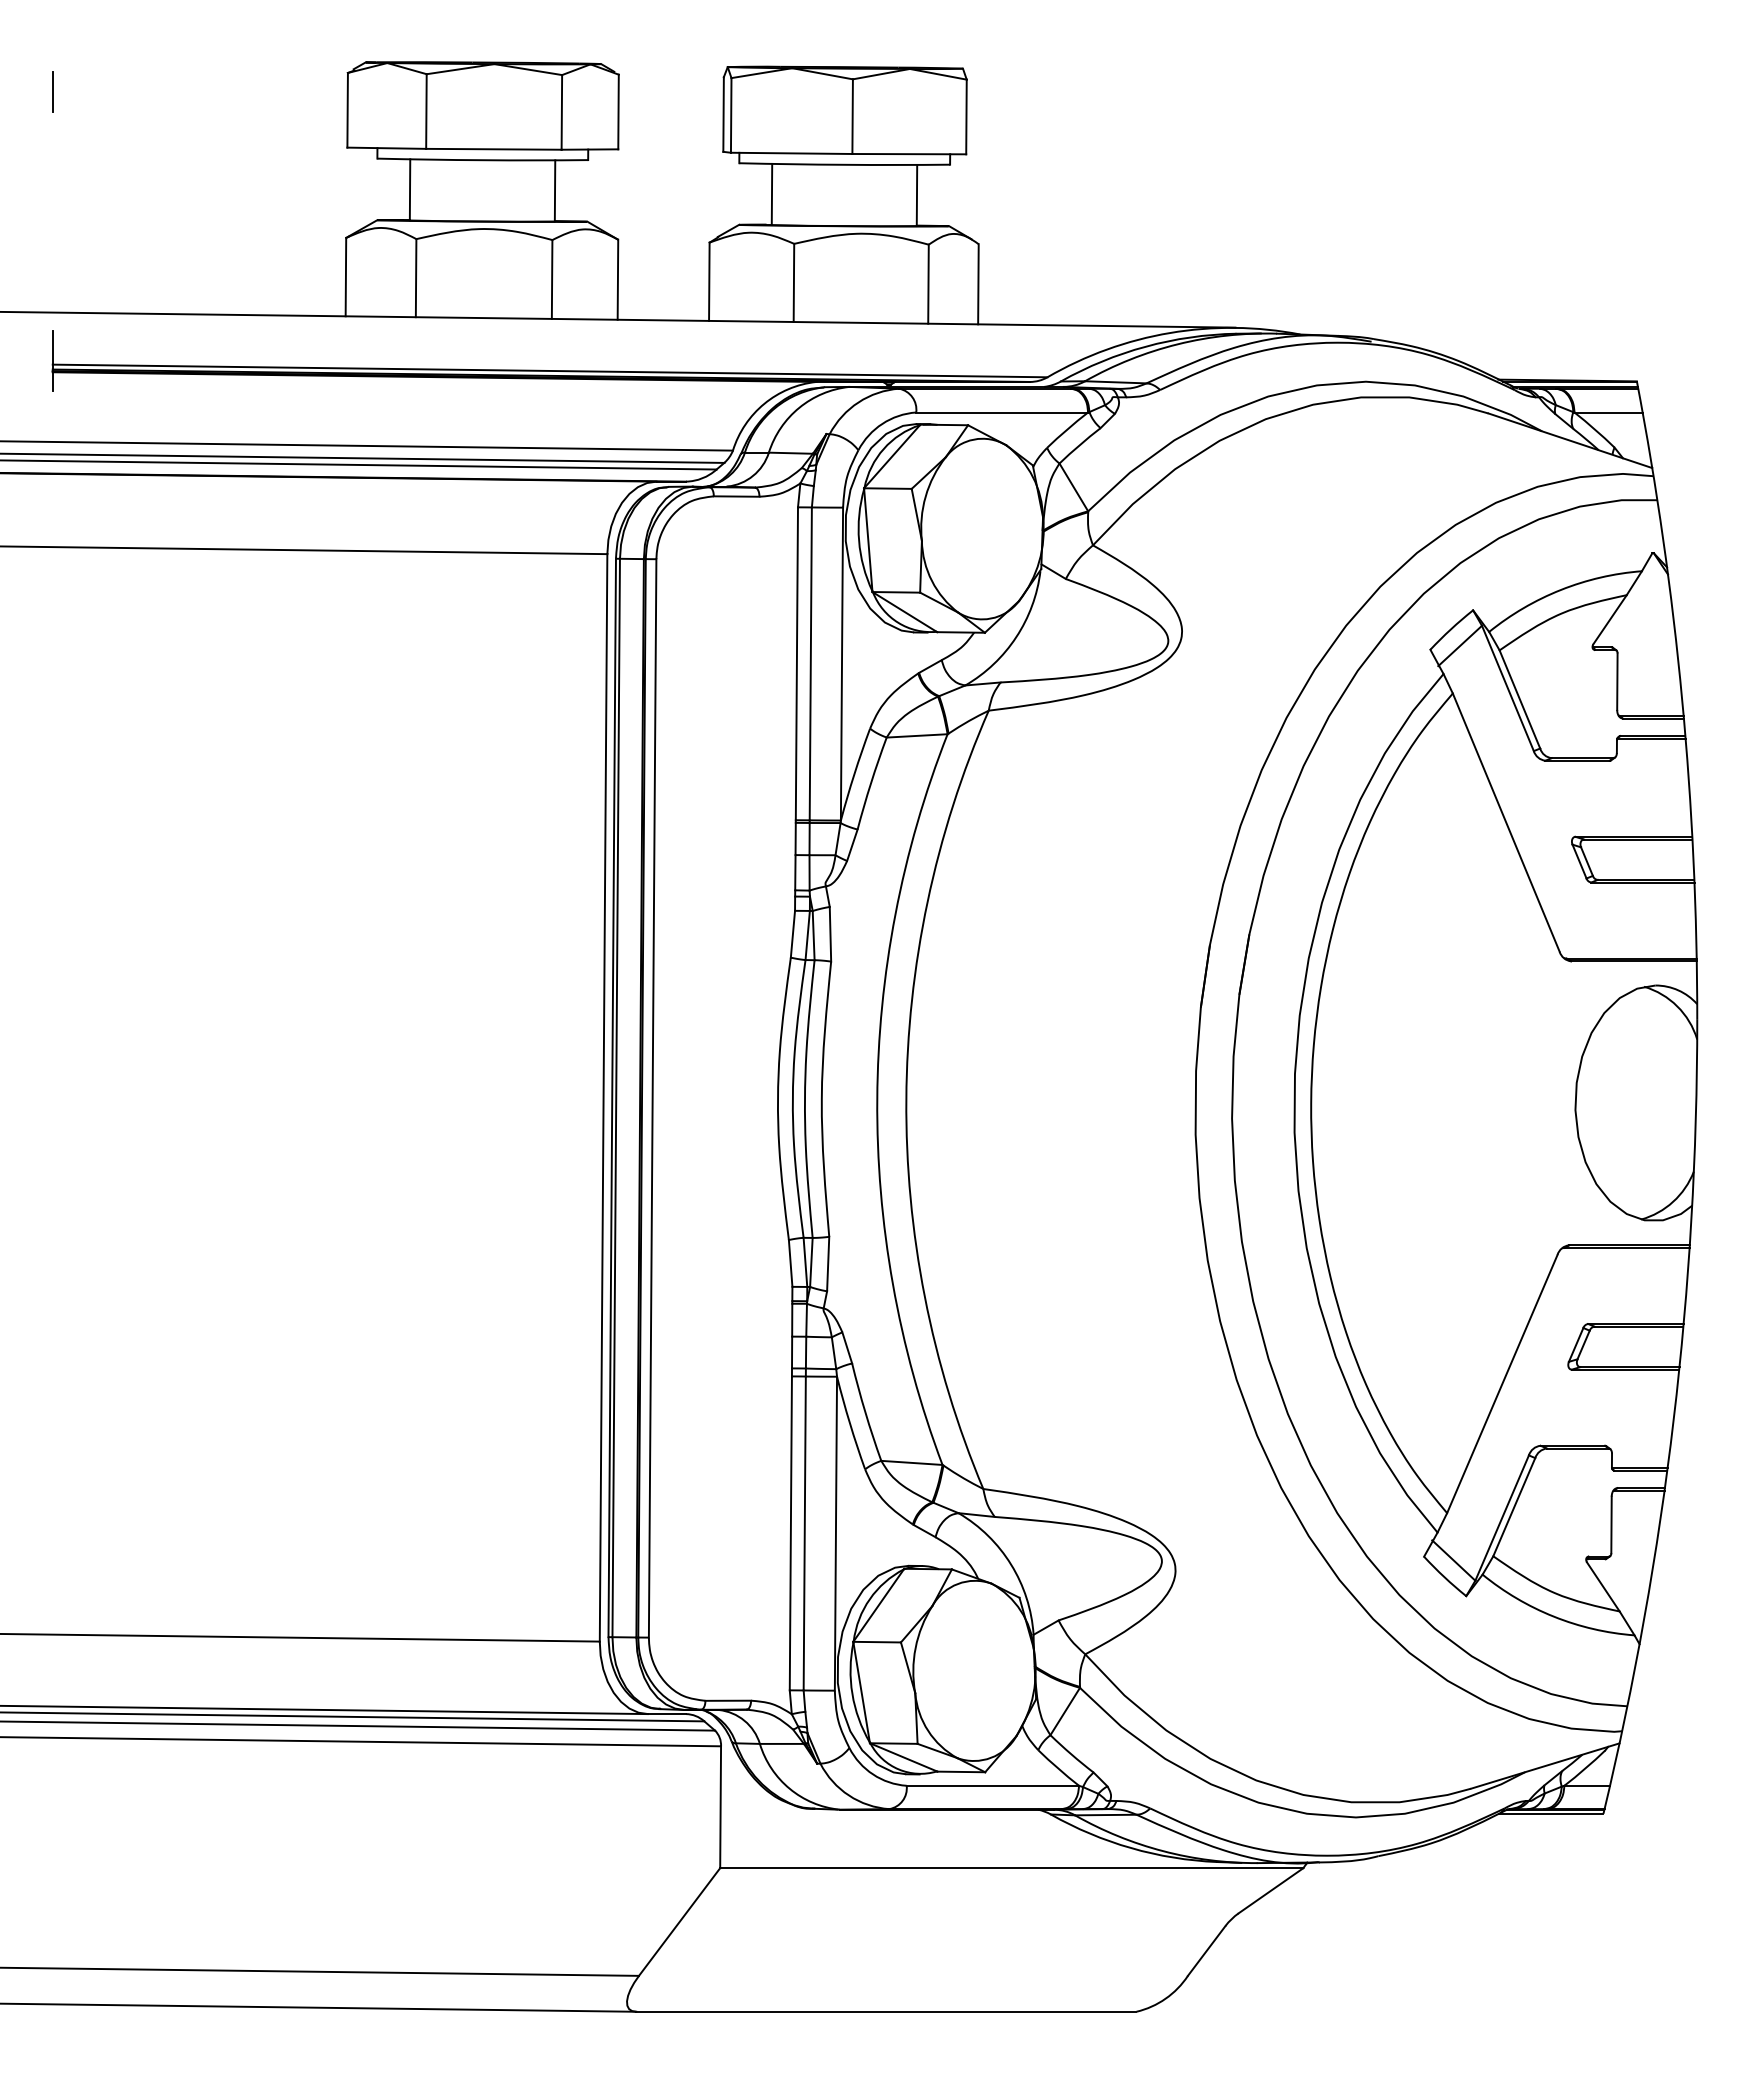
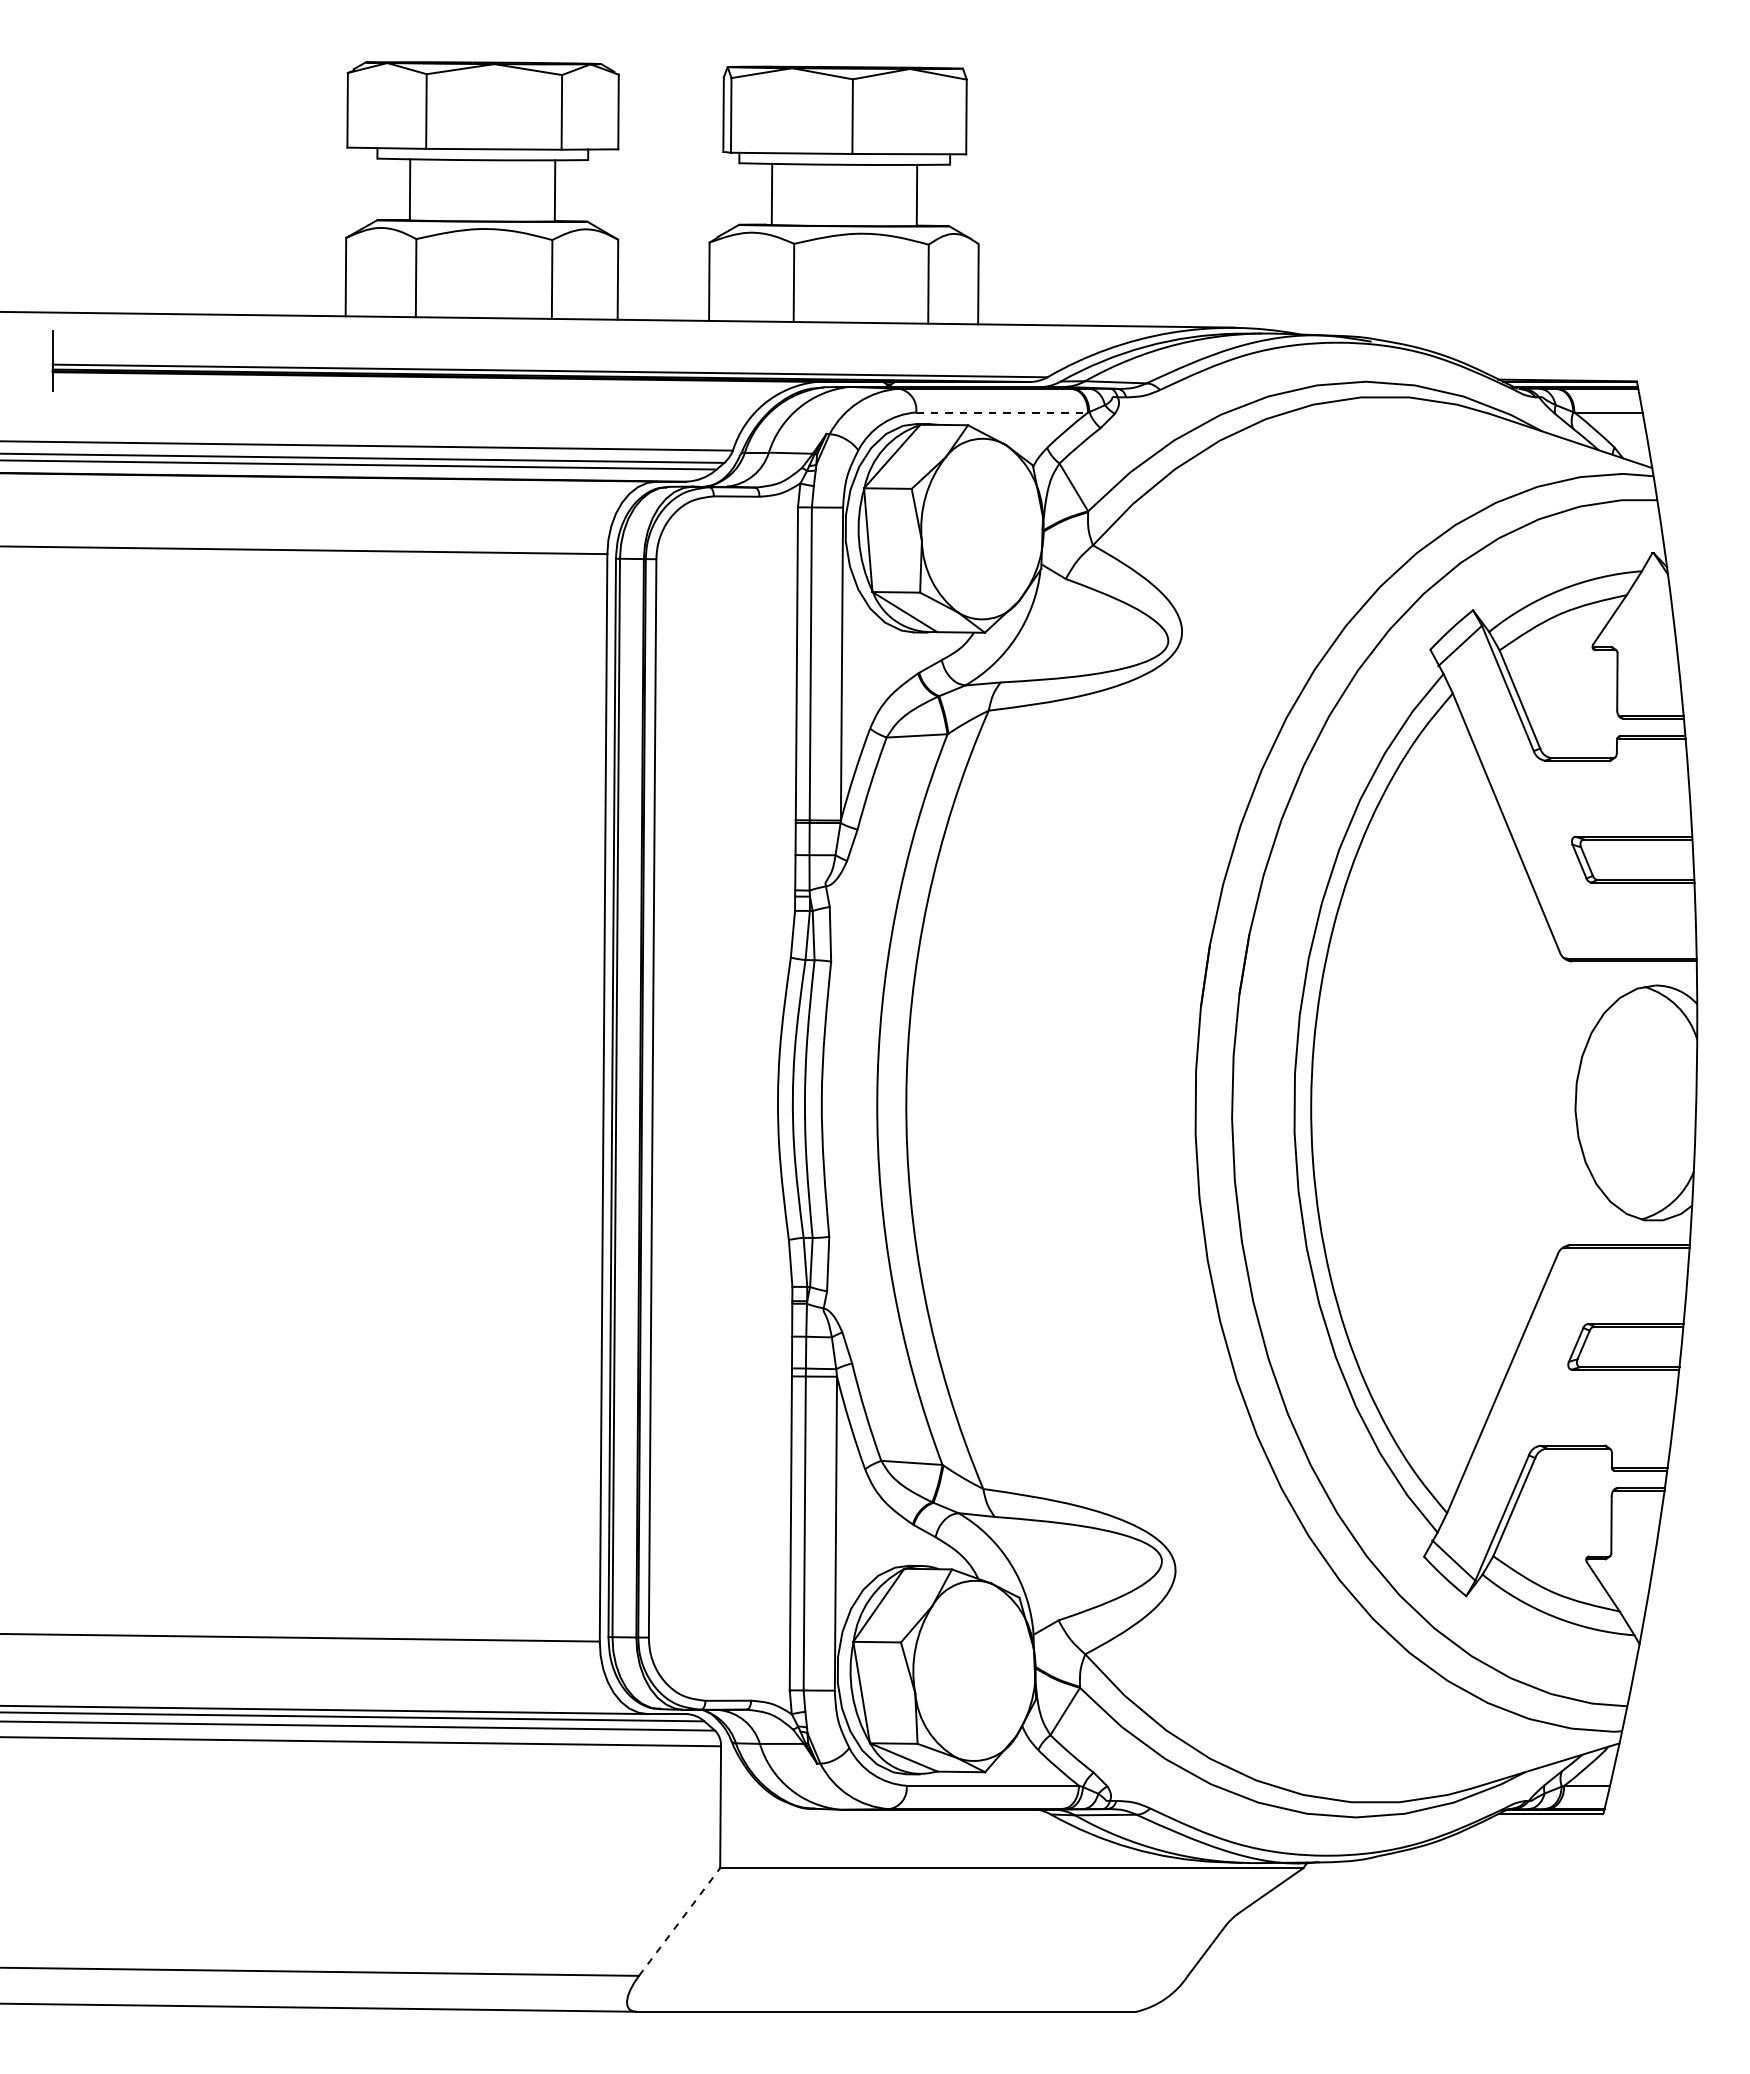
line at (52, 91): present -> none
line at (1002, 412): solid -> dashed
line at (679, 1921): solid -> dashed
